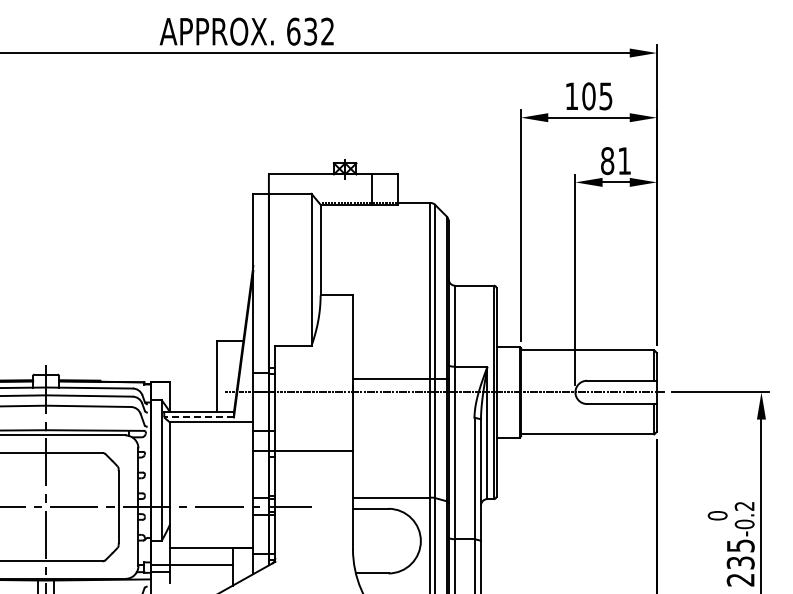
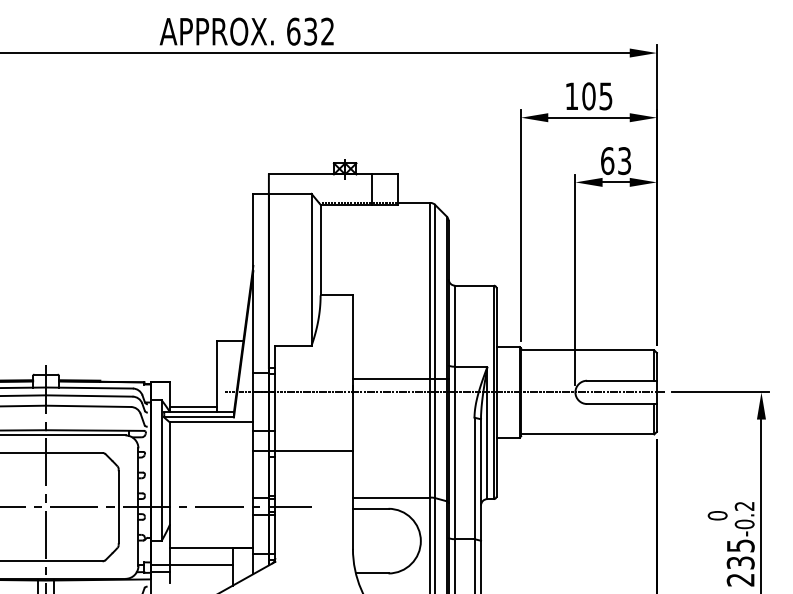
text at (615, 161): 81 -> 63
line at (192, 406): none -> present
line at (199, 417): dashed -> solid
